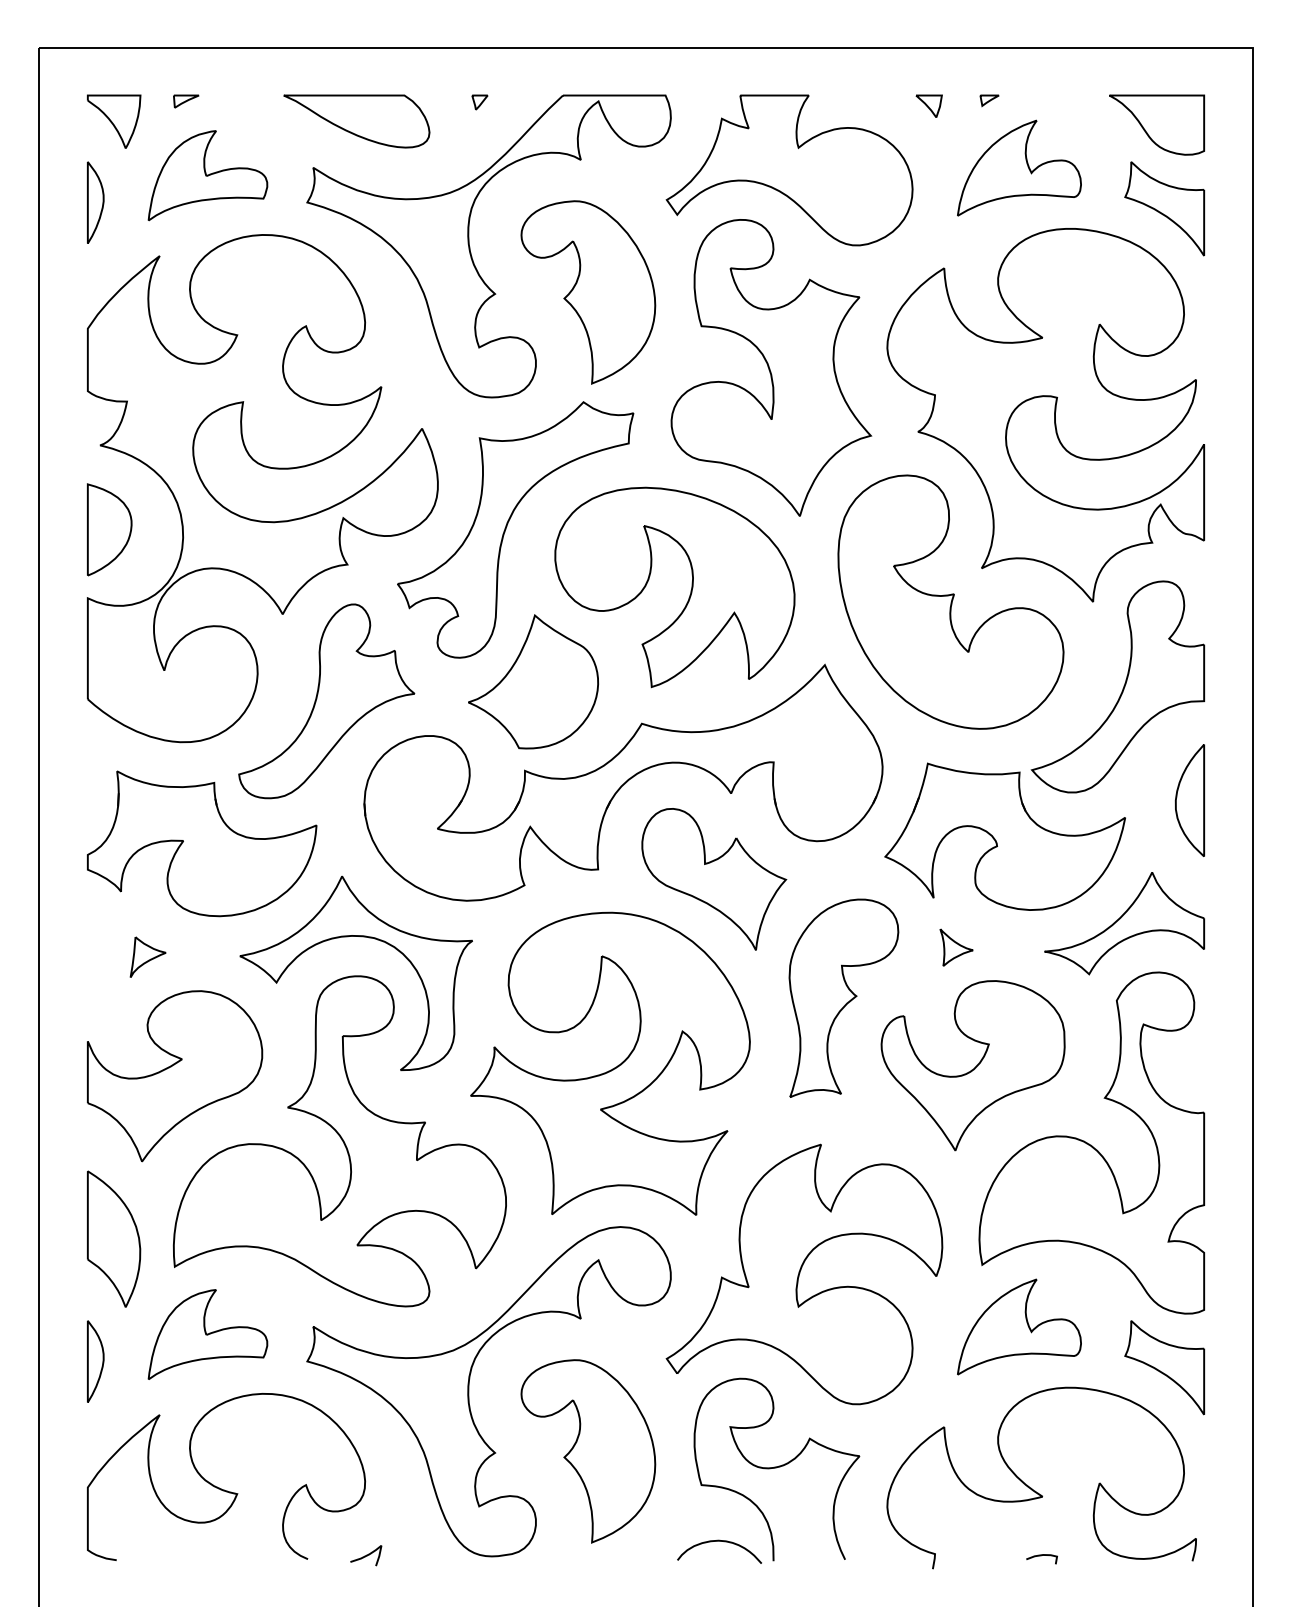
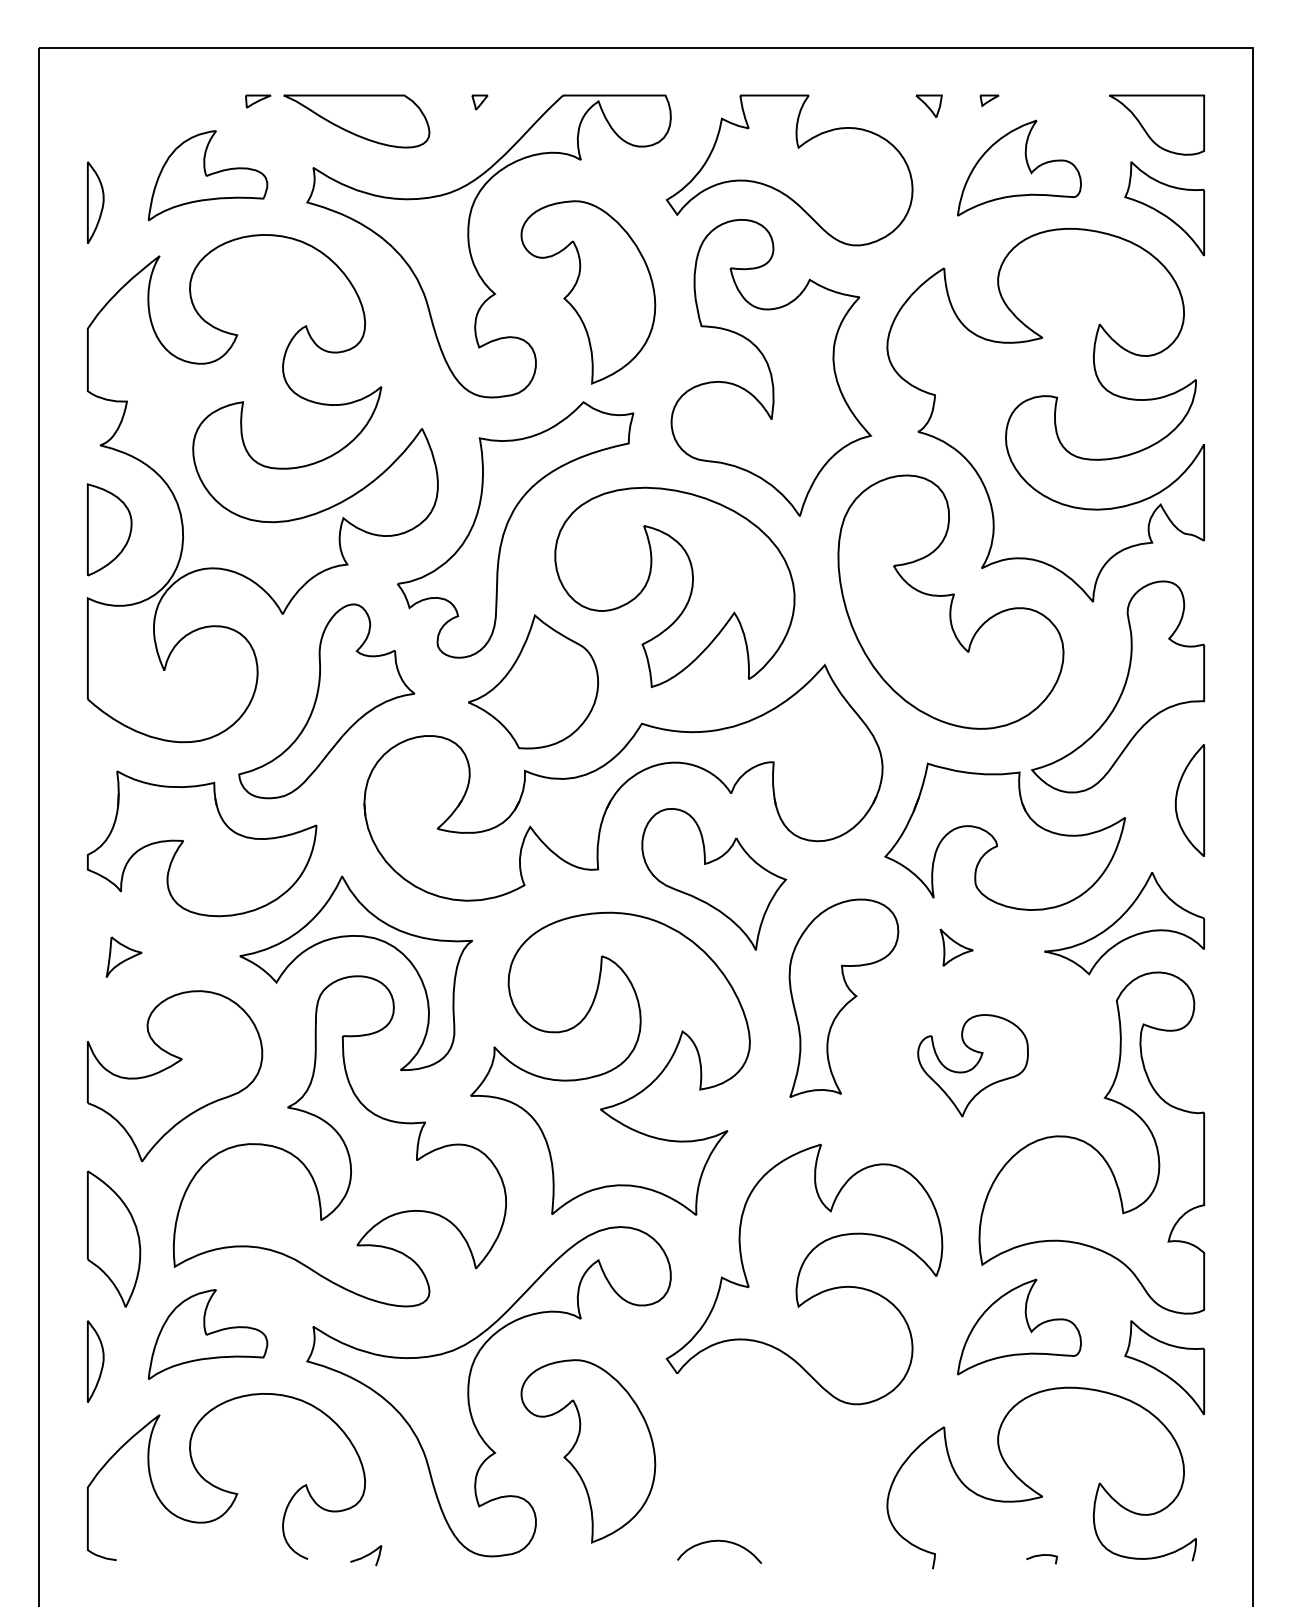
part at (186, 101) position: (186, 101) -> (258, 101)
part at (114, 121): present -> none
part at (147, 956) position: (147, 956) -> (123, 956)
part at (972, 1065) size: 186x172 px -> 112x104 px
curve at (776, 1468): present -> none
